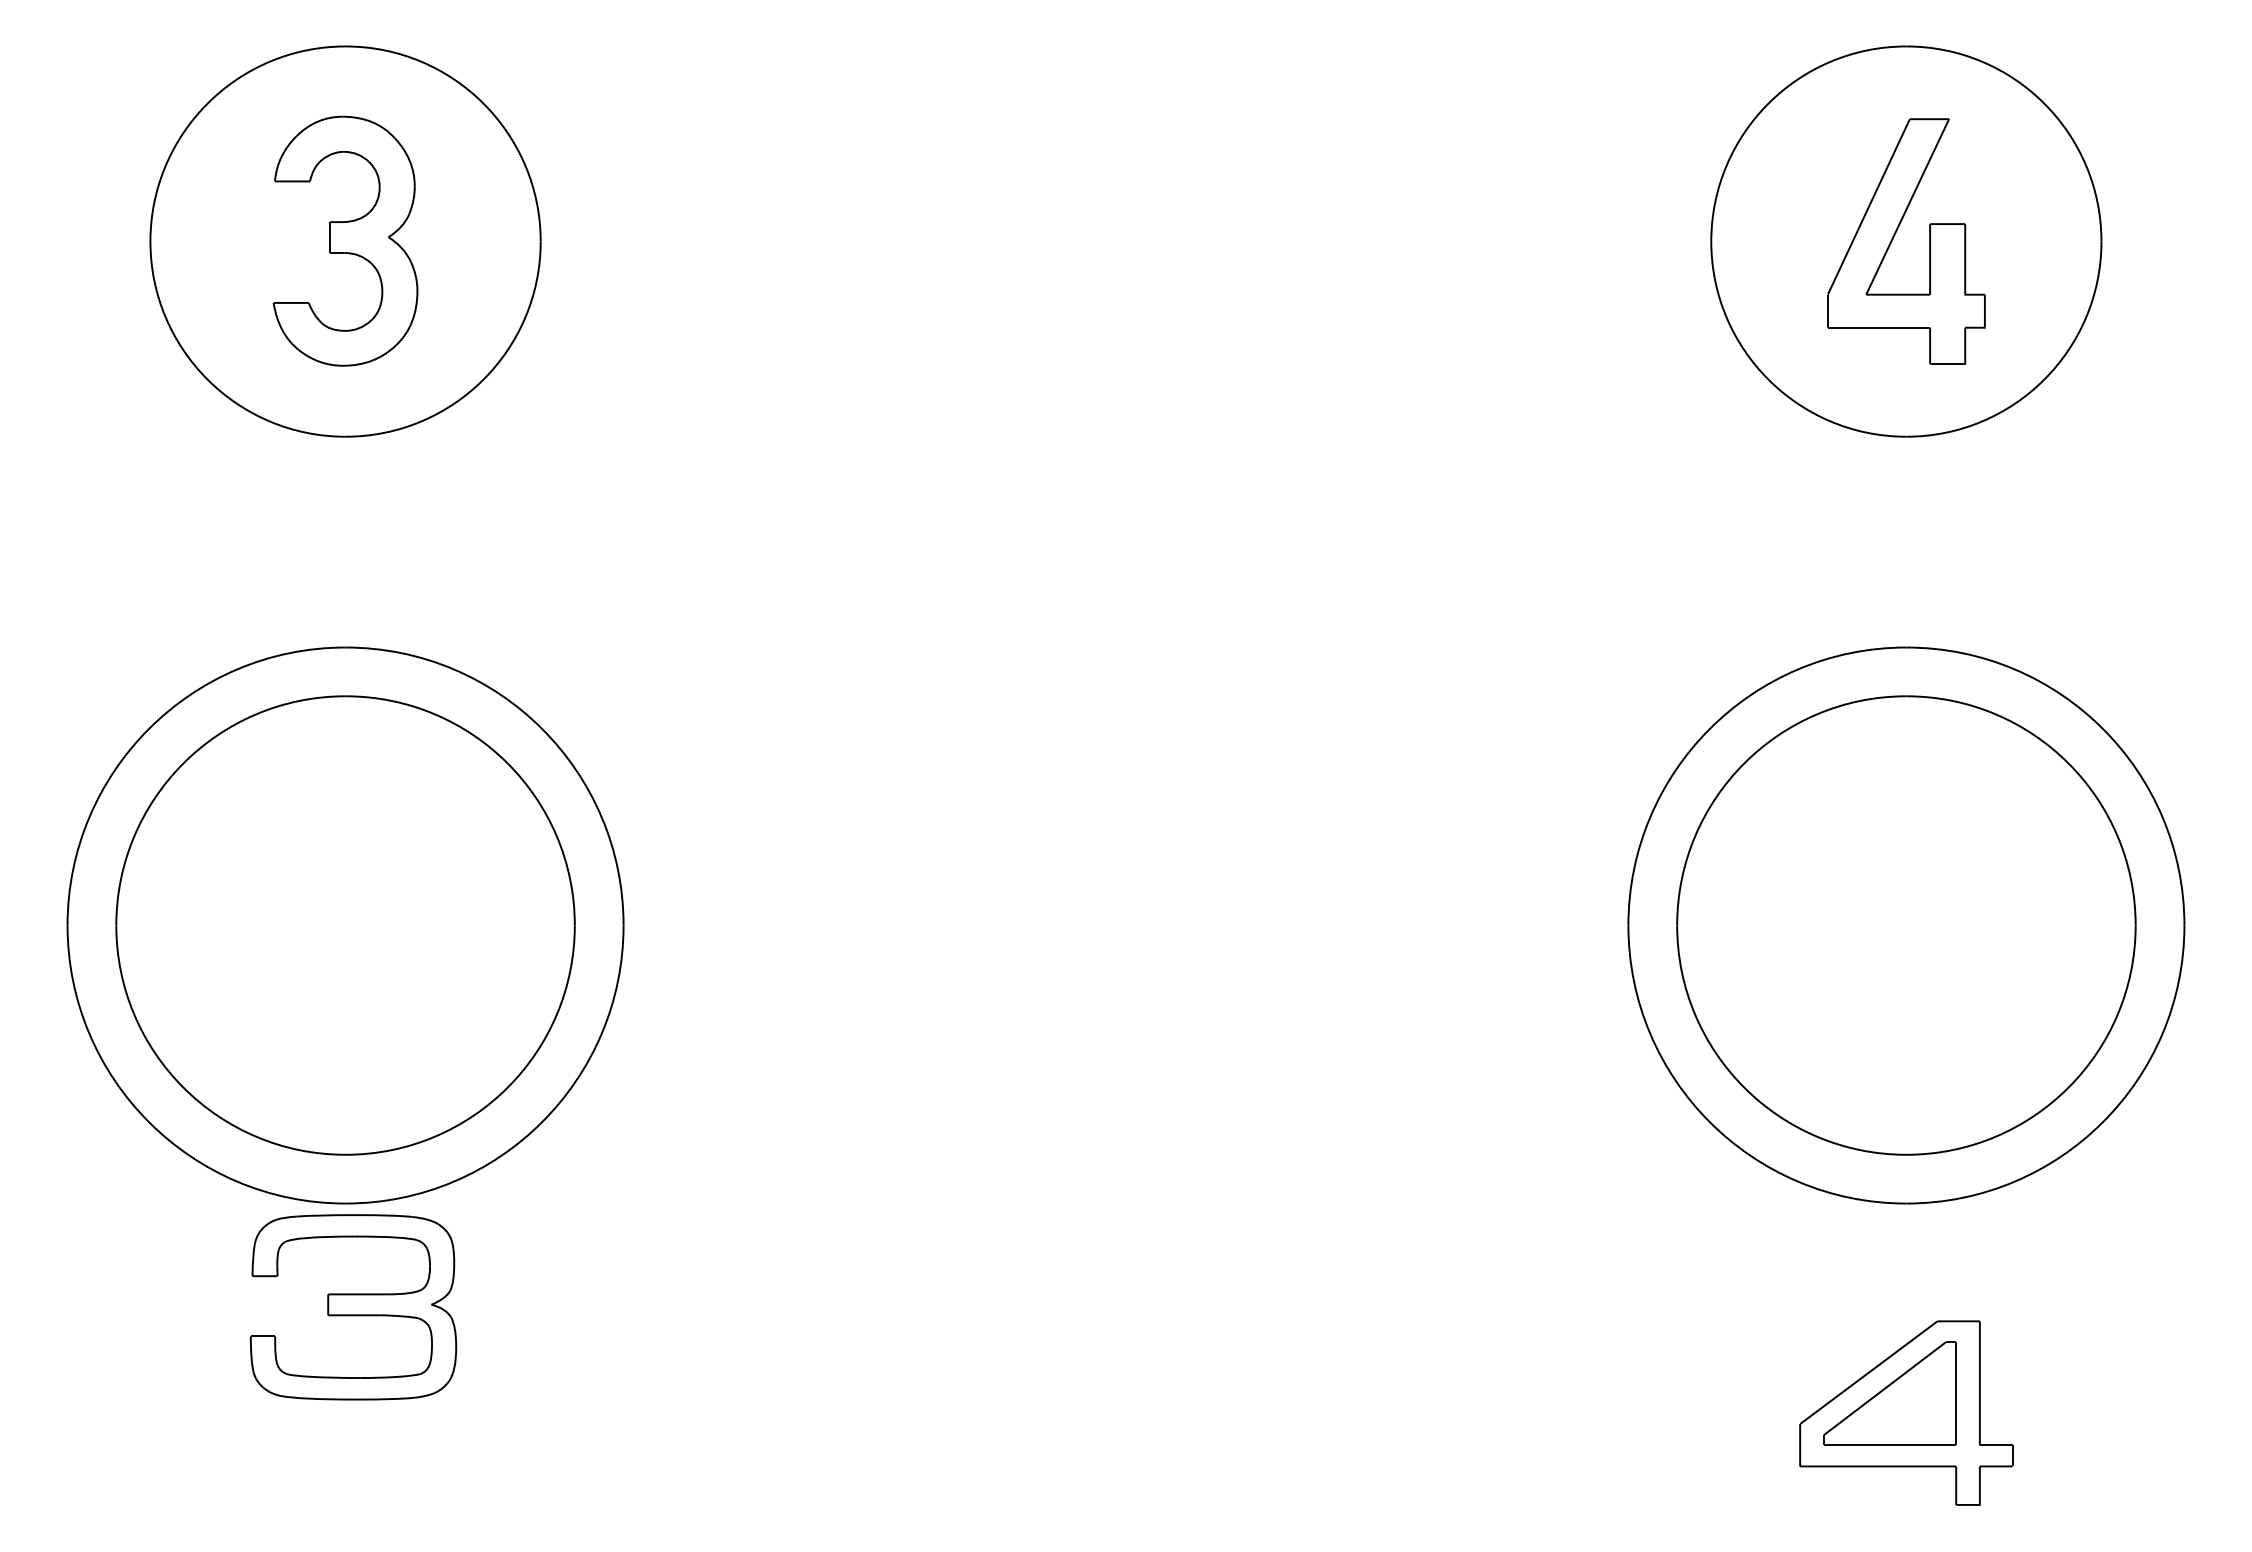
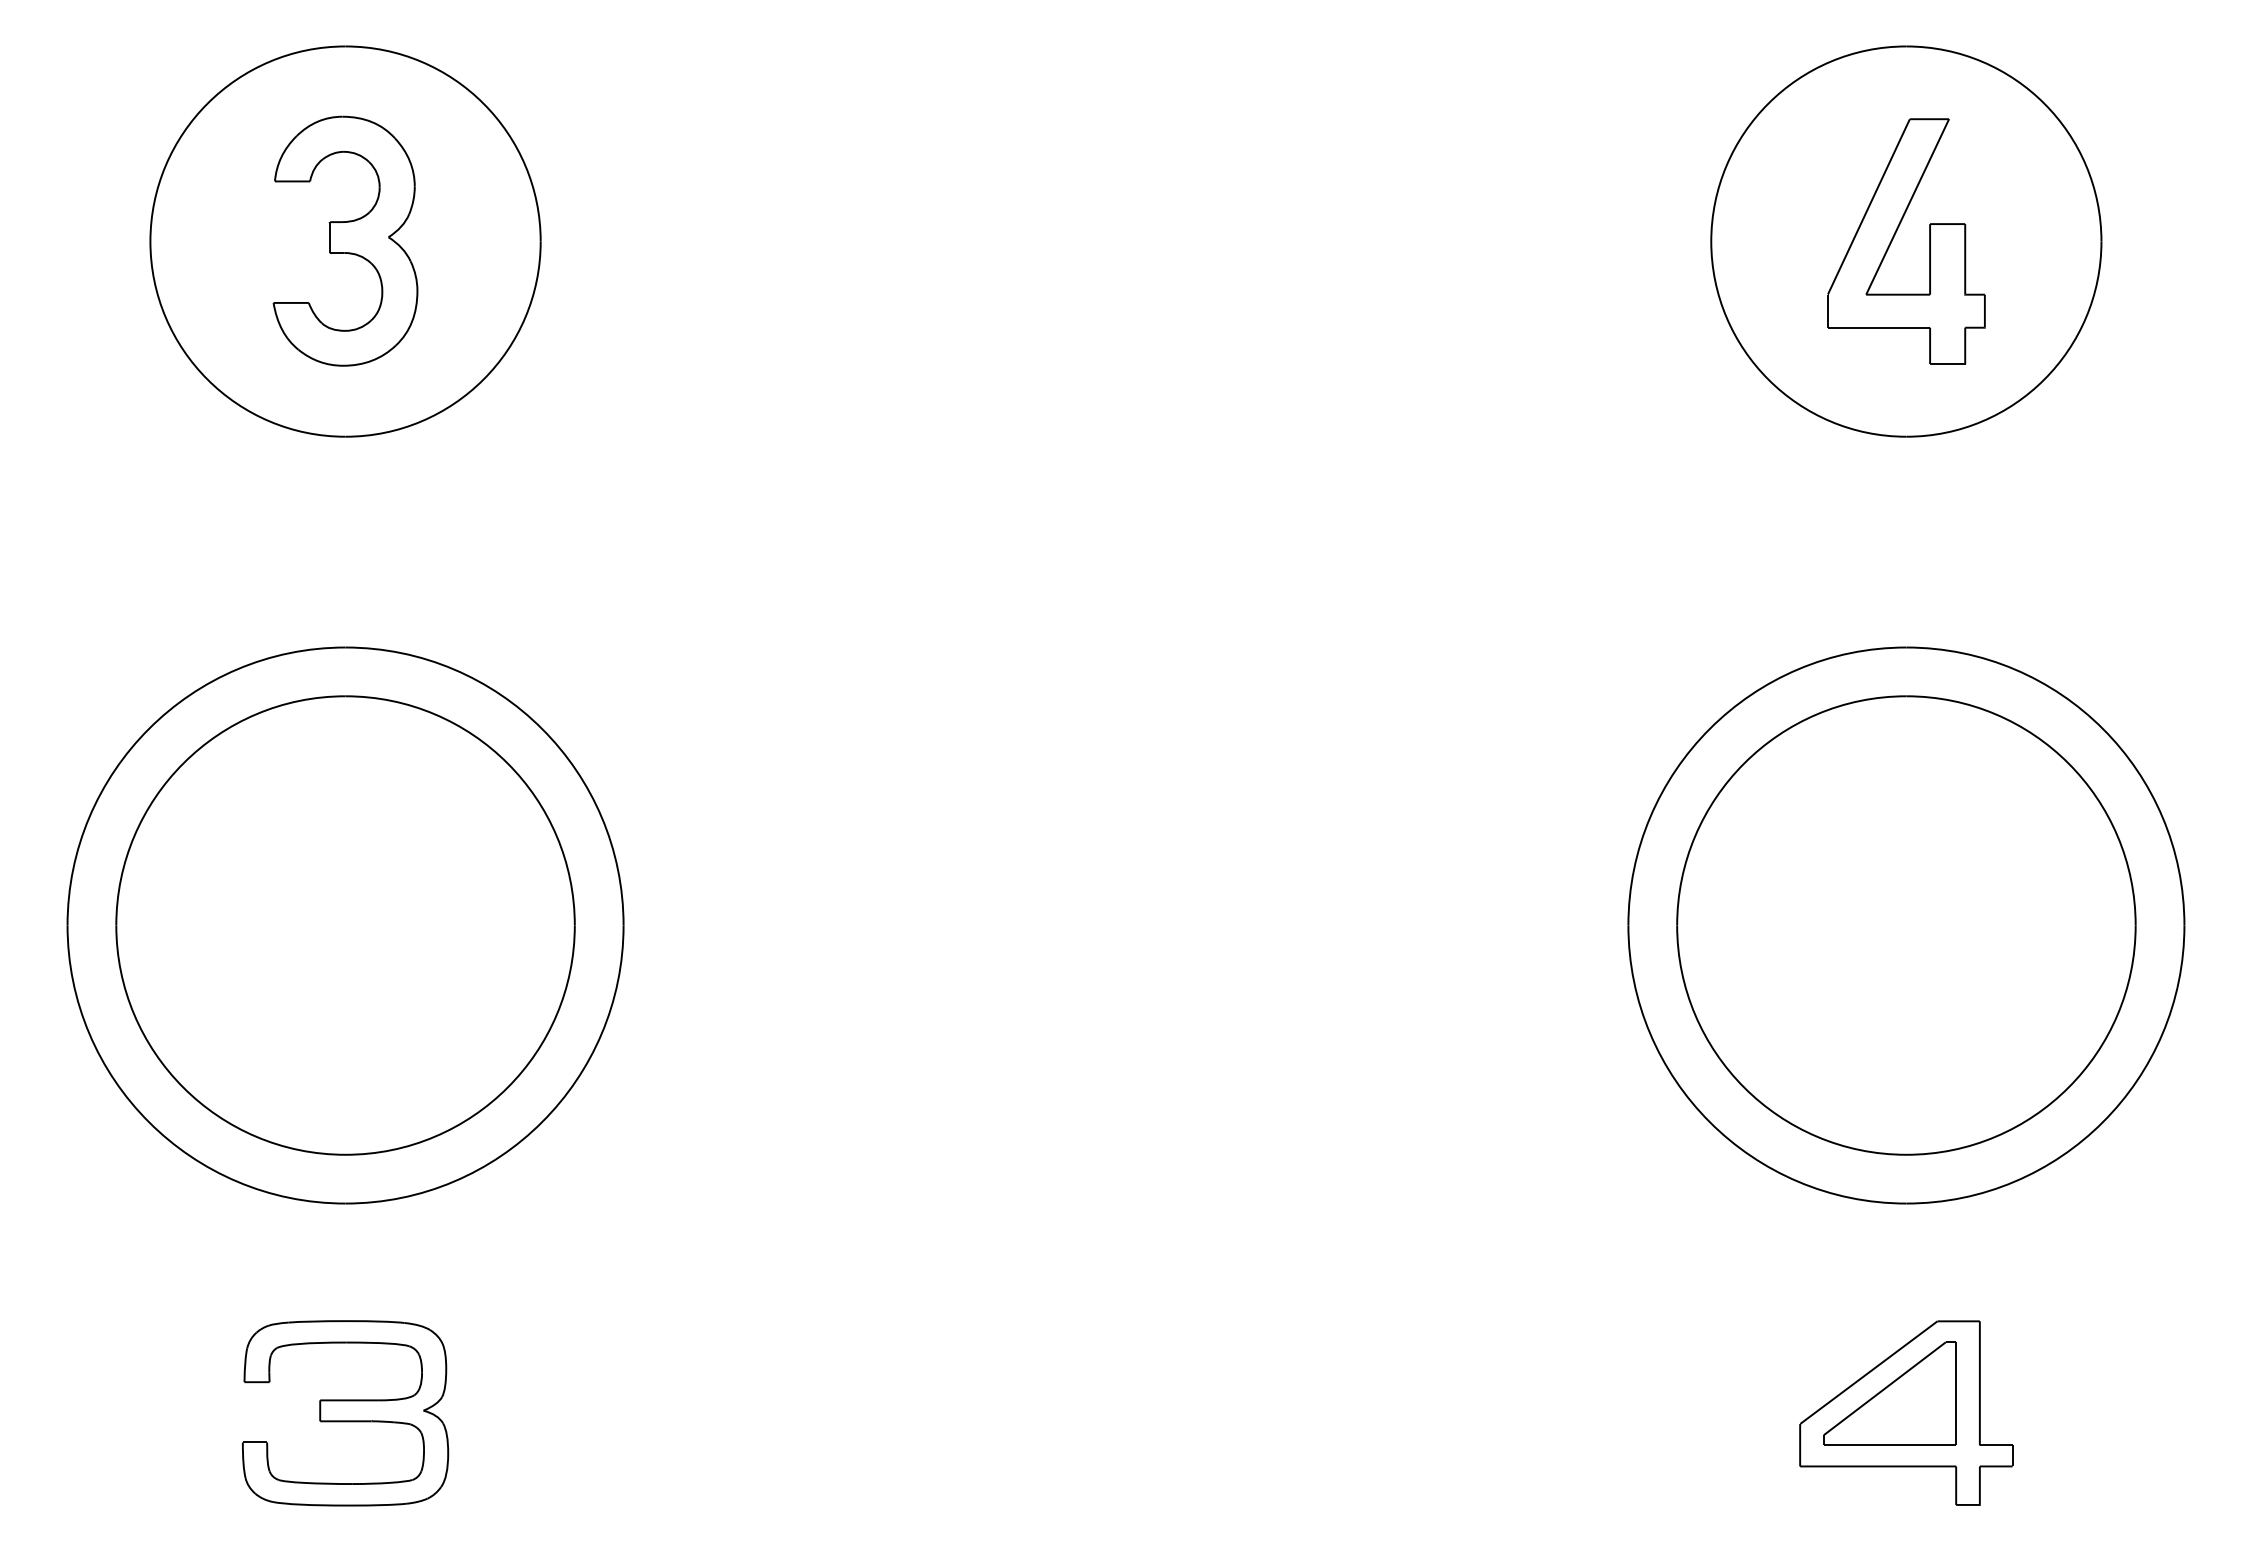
part at (353, 1307) position: (353, 1307) -> (345, 1413)
